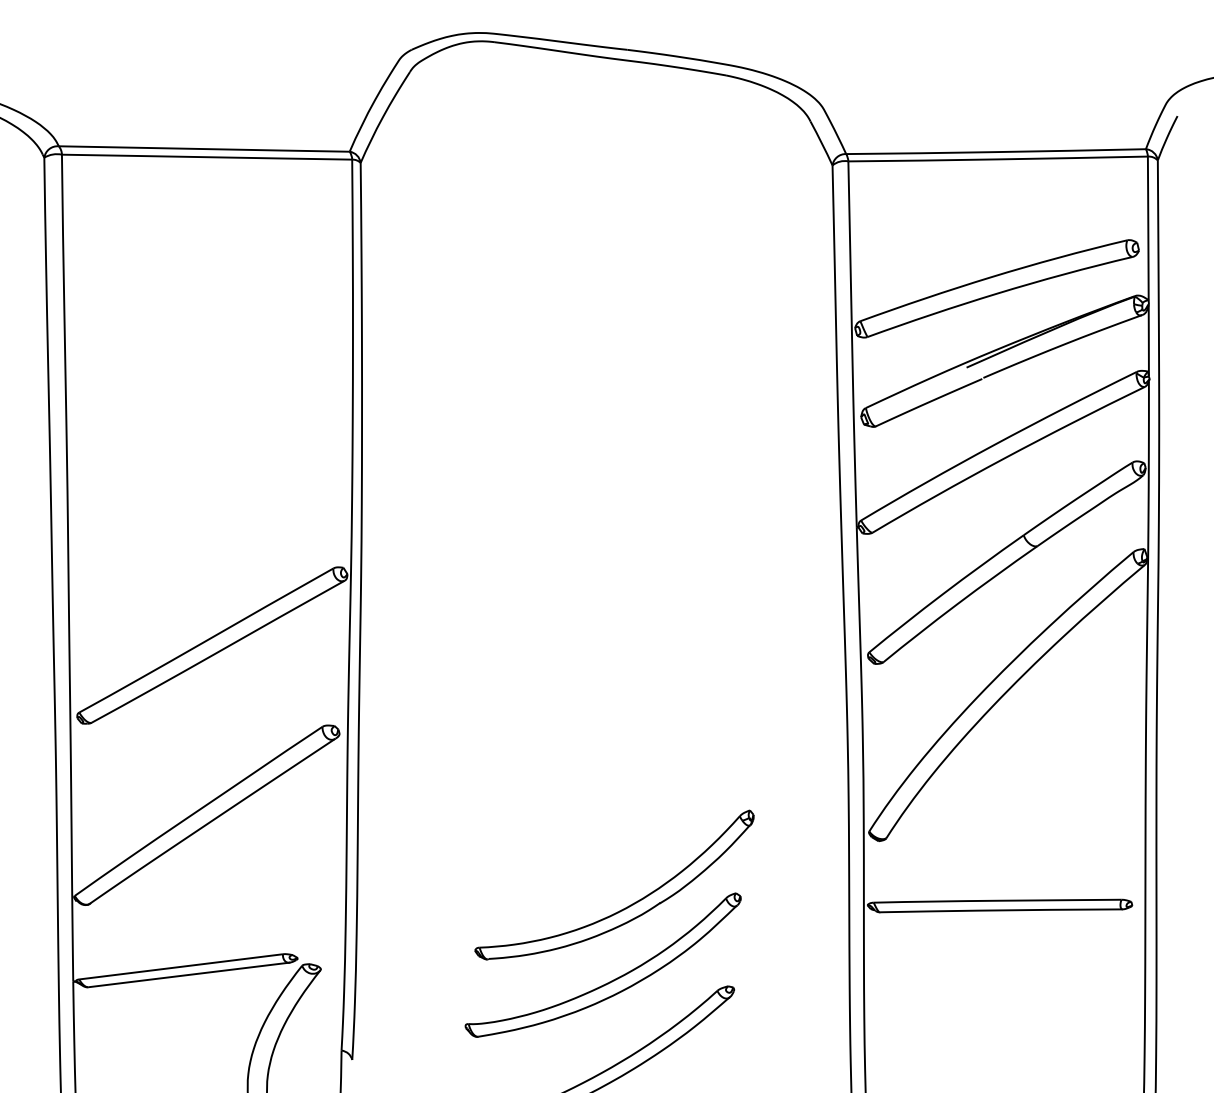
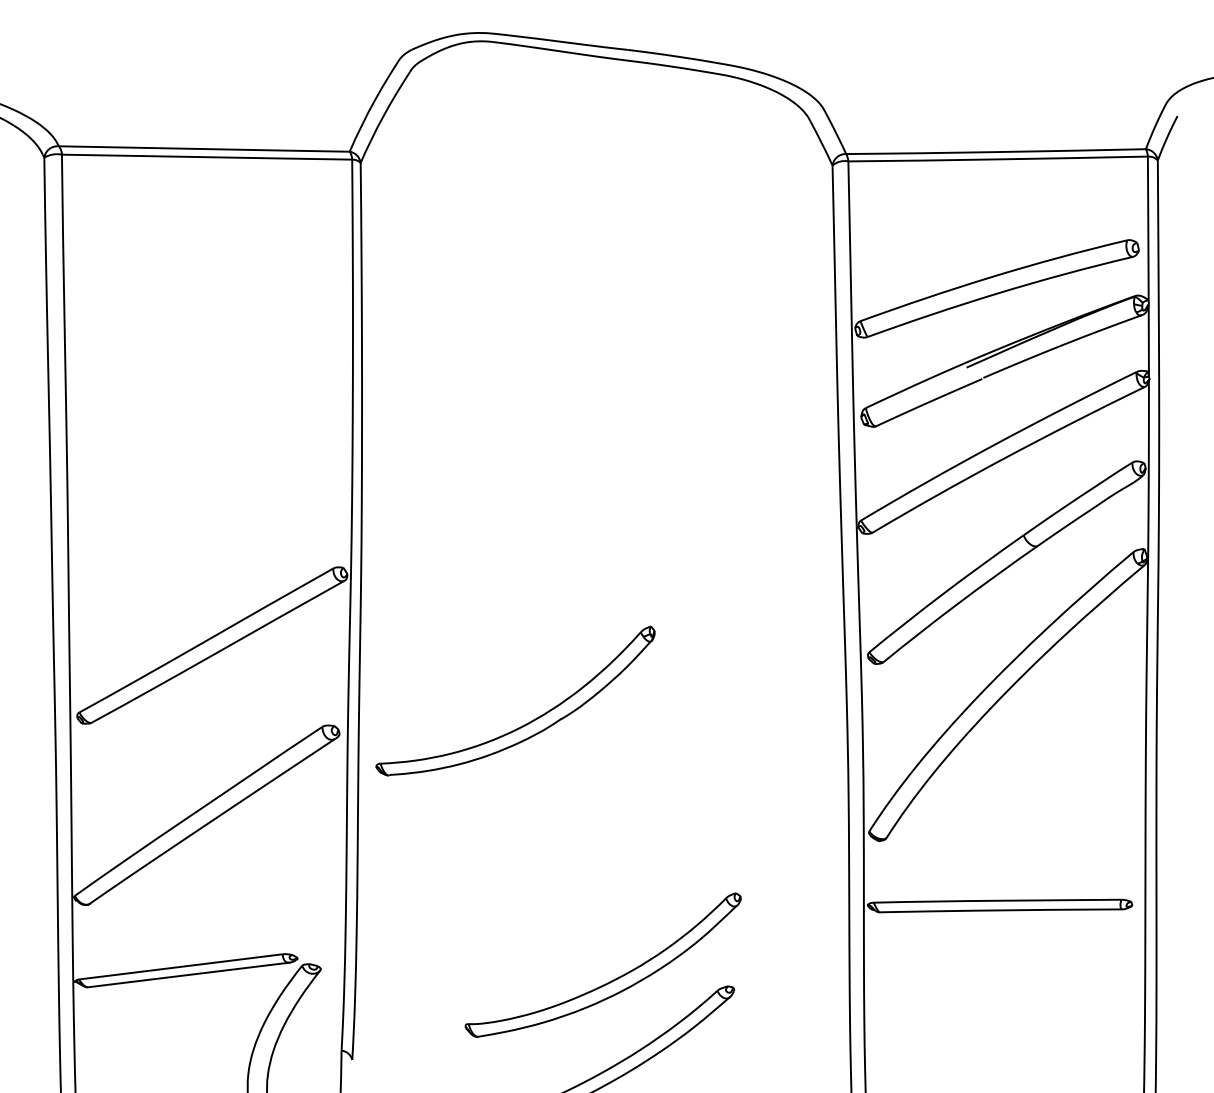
part at (628, 905) position: (628, 905) -> (529, 721)
